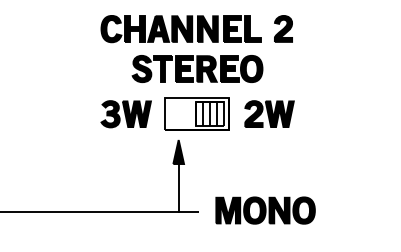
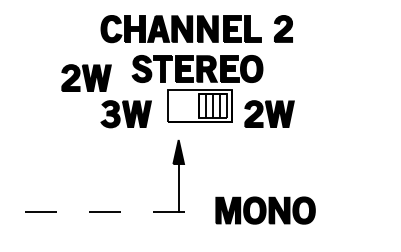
part at (86, 77): none -> present
part at (196, 113) position: (196, 113) -> (199, 105)
line at (99, 211): solid -> dashed
